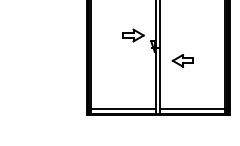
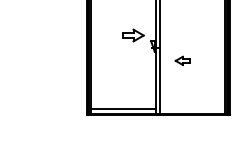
part at (182, 60) size: 23x14 px -> 17x11 px
line at (192, 109): present -> none
